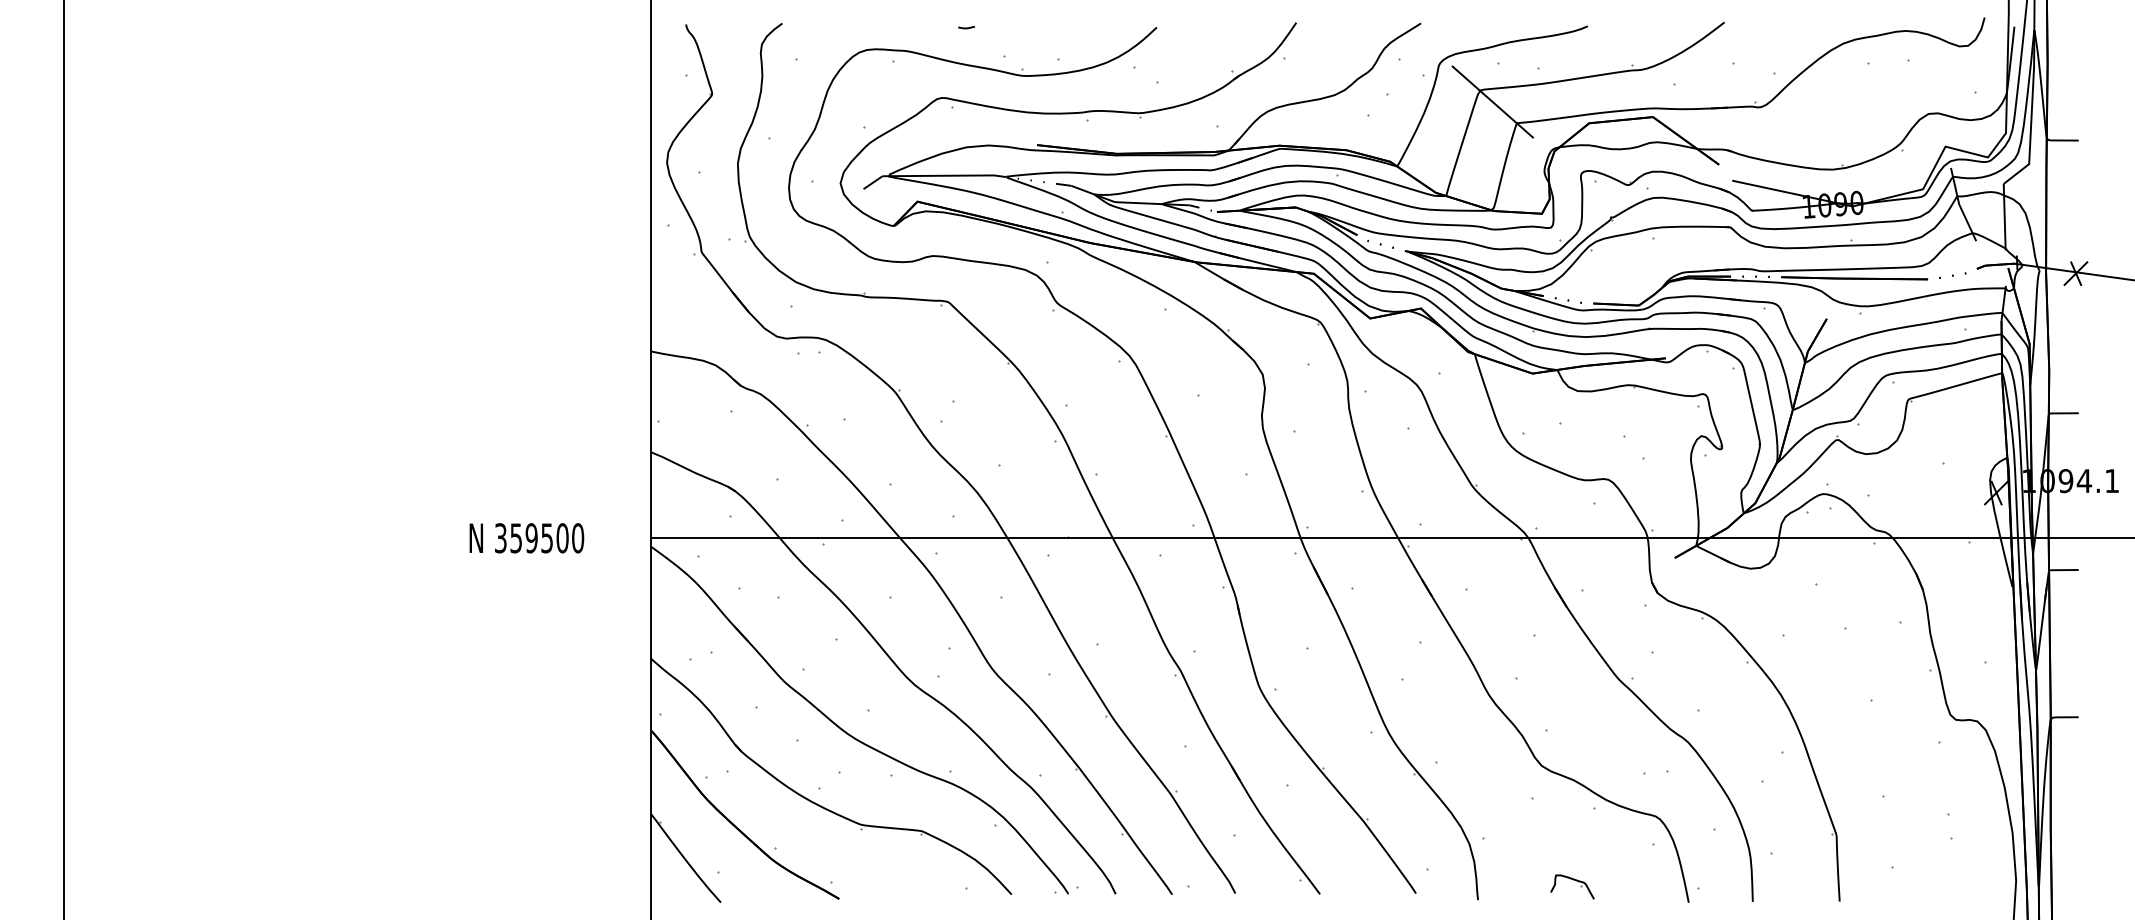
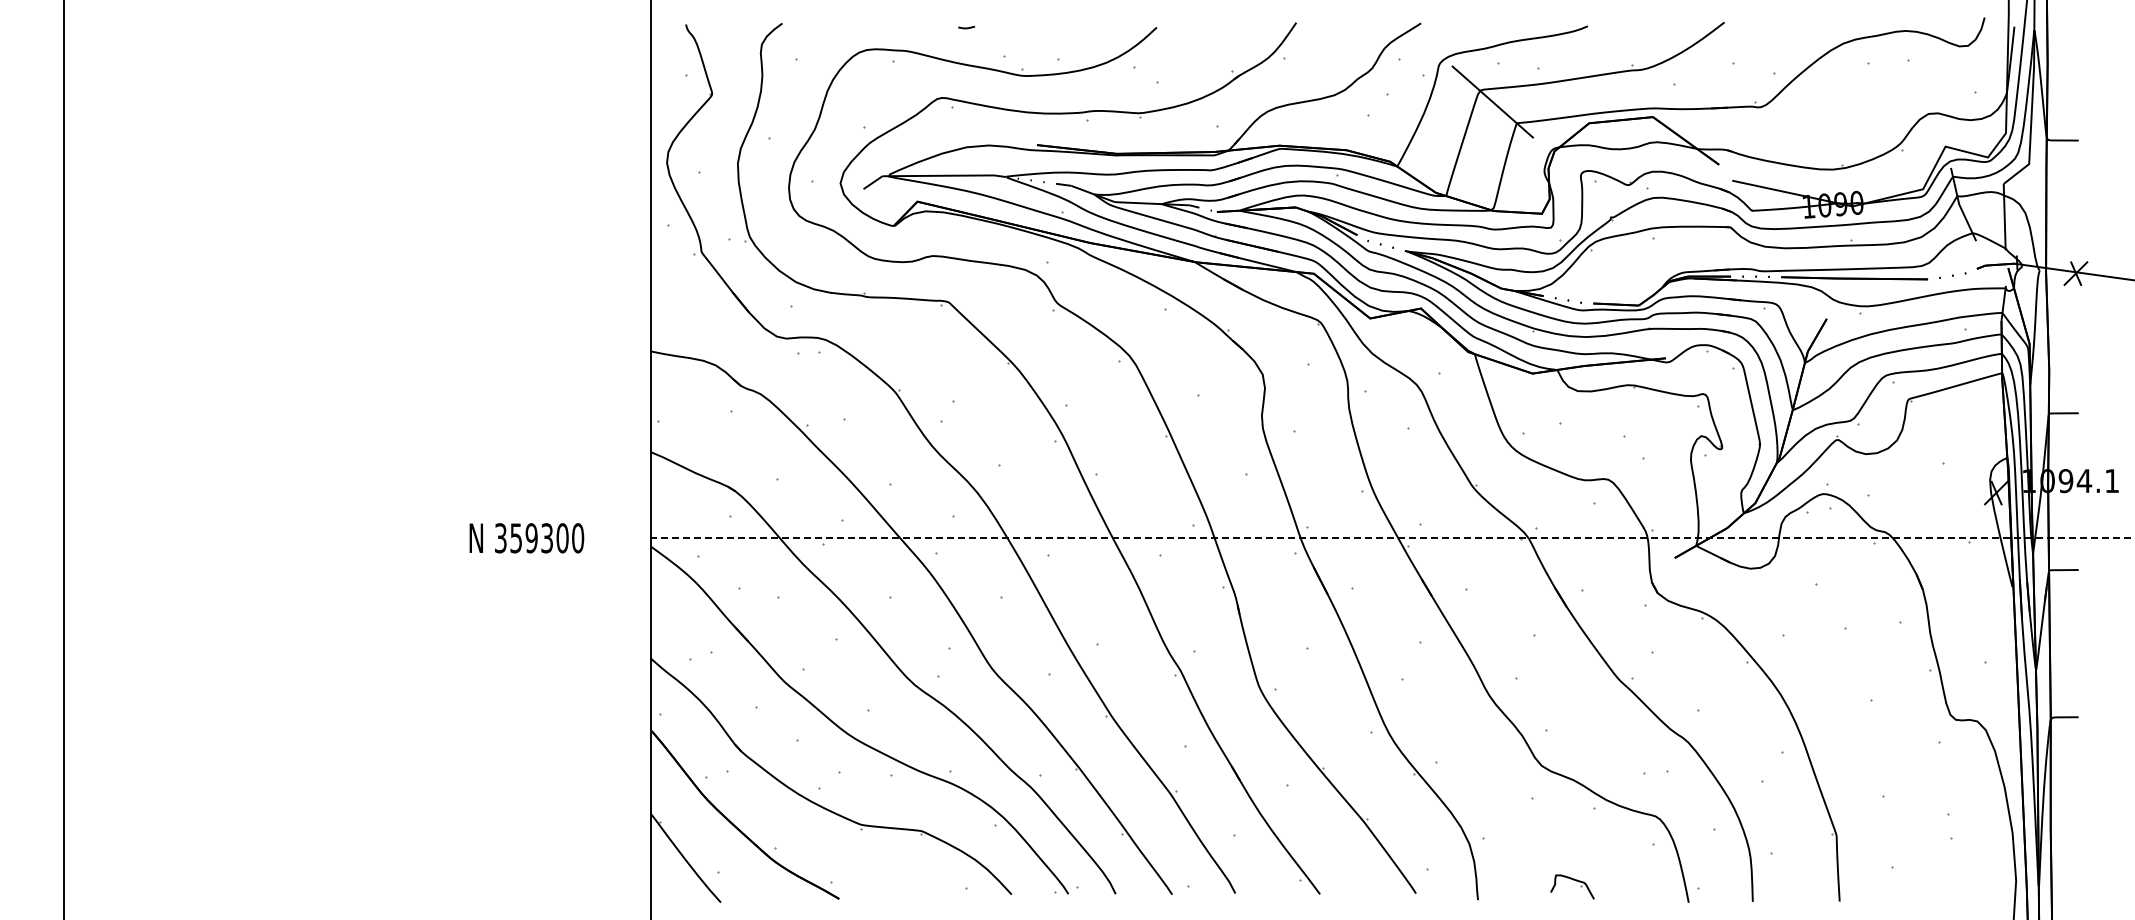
text at (546, 537): 359500 -> 359300
line at (1393, 538): solid -> dashed
